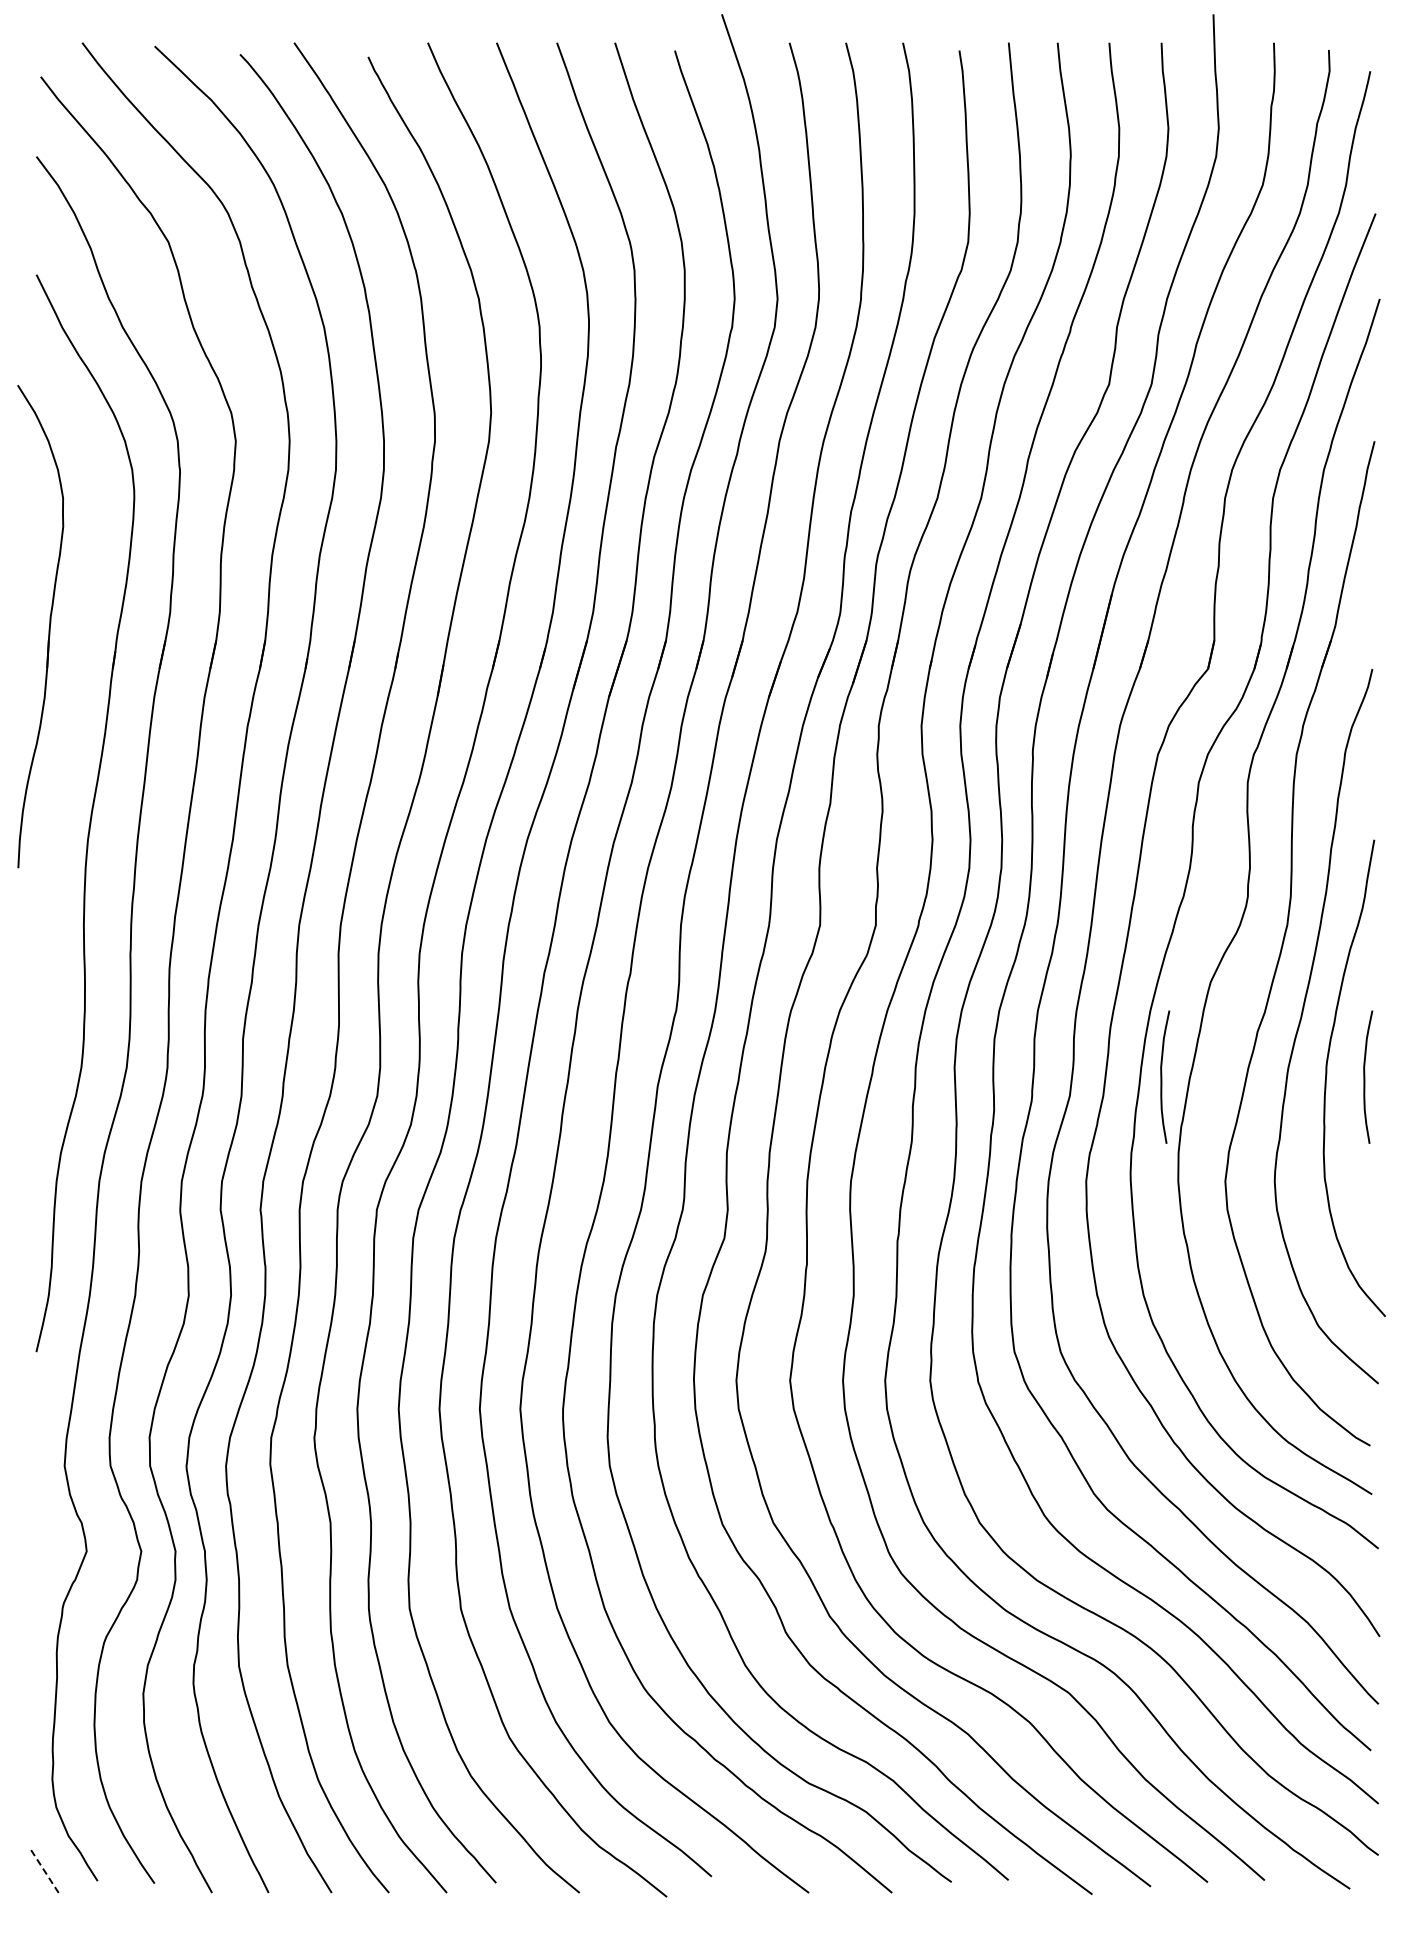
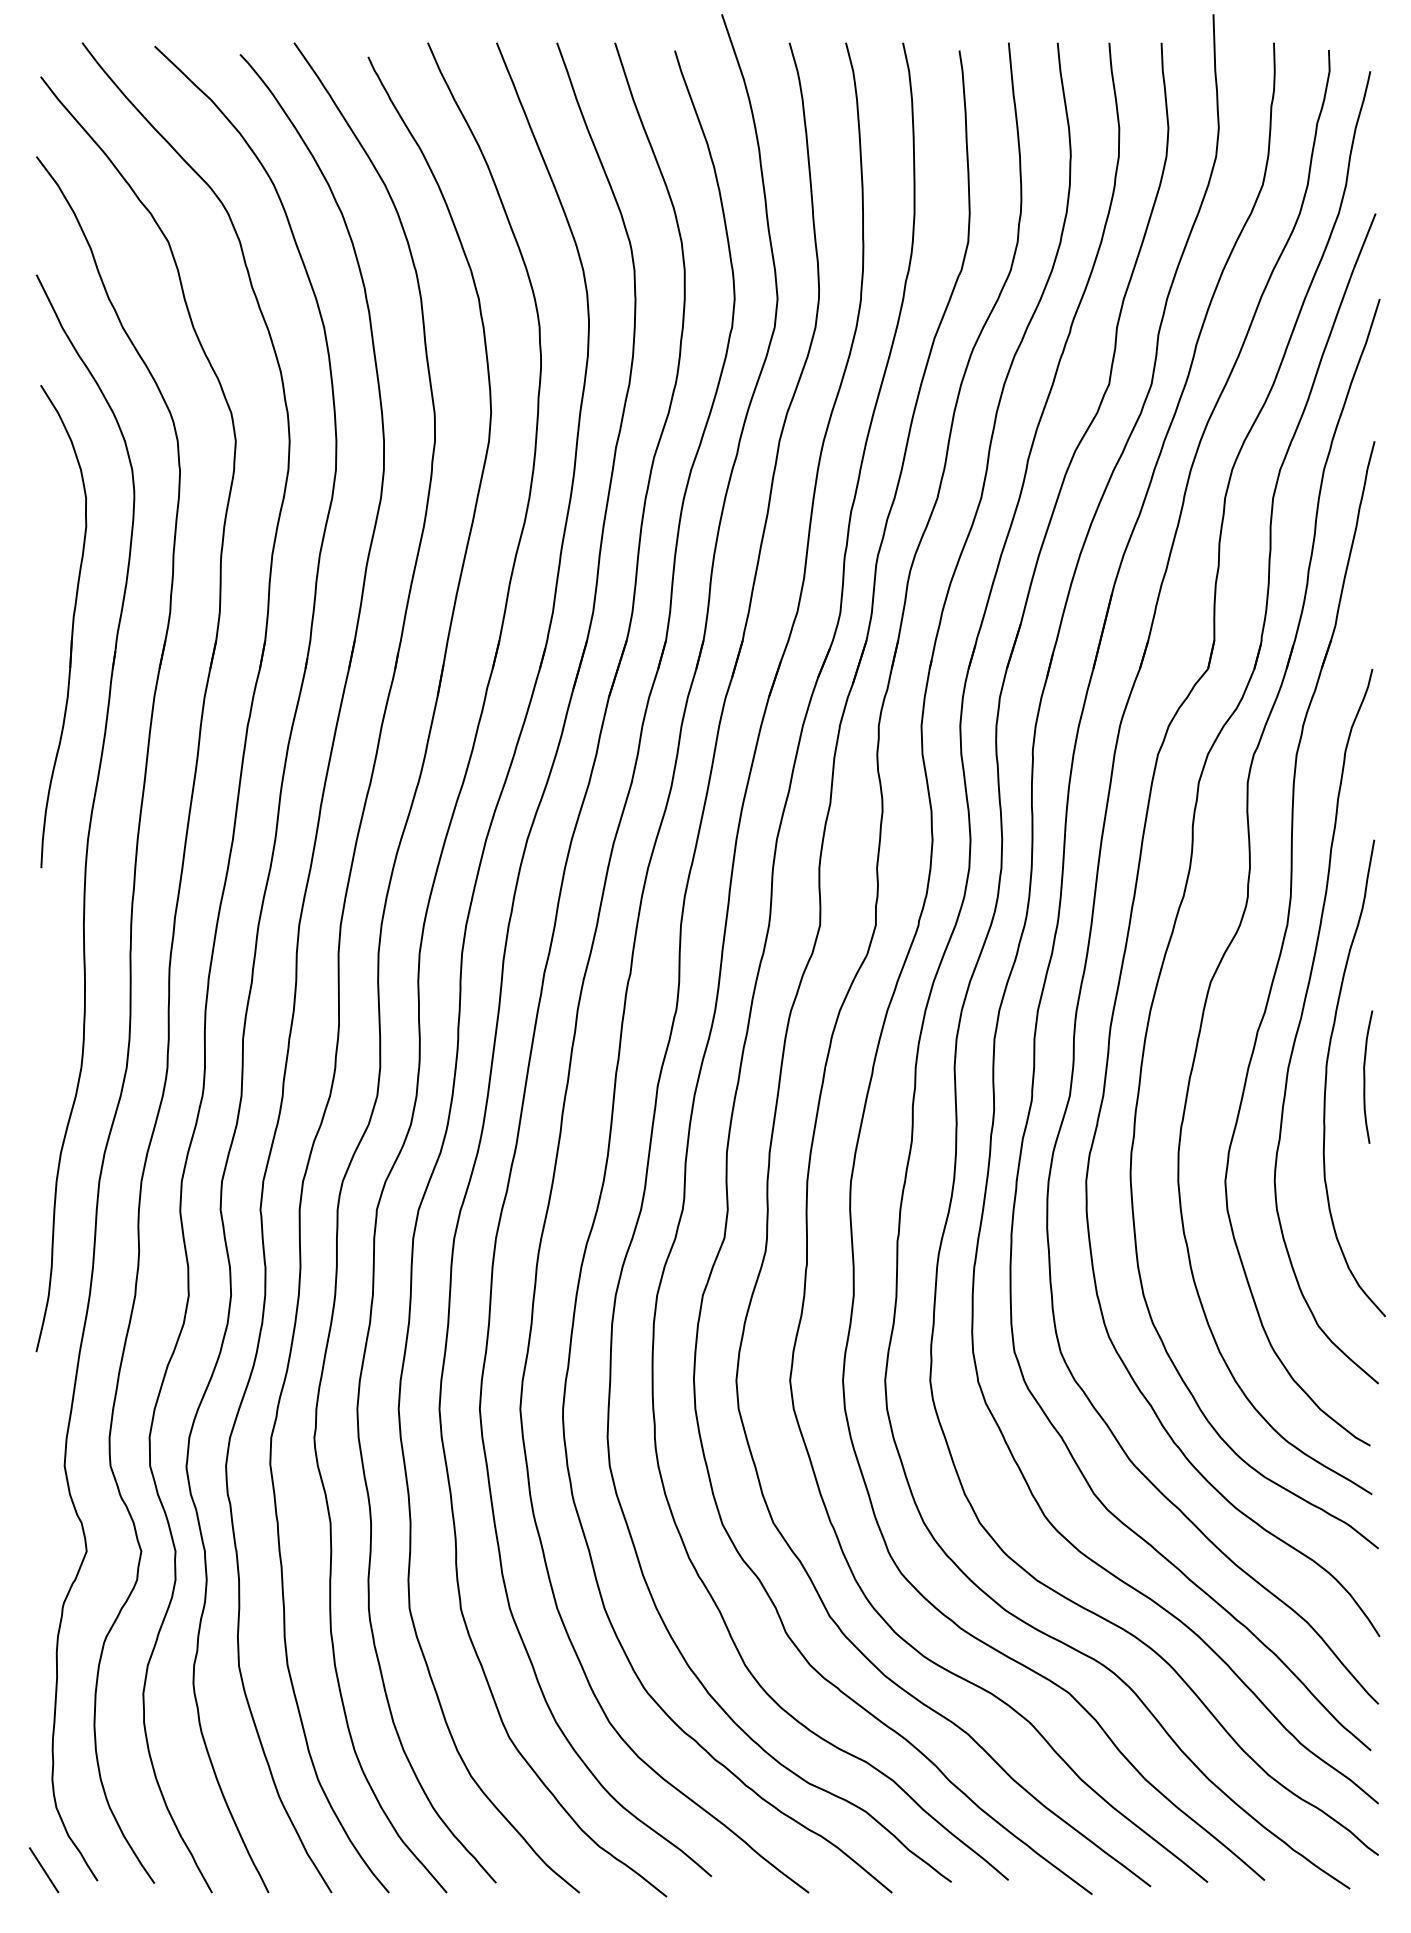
part at (48, 628) position: (48, 628) -> (71, 628)
curve at (1162, 1076): present -> none
line at (43, 1869): dashed -> solid
